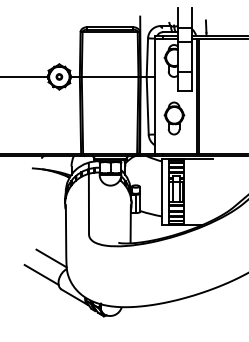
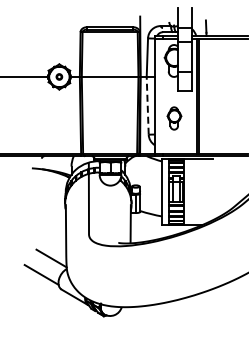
line at (147, 105): solid -> dashed
part at (174, 118) size: 23x35 px -> 17x25 px
